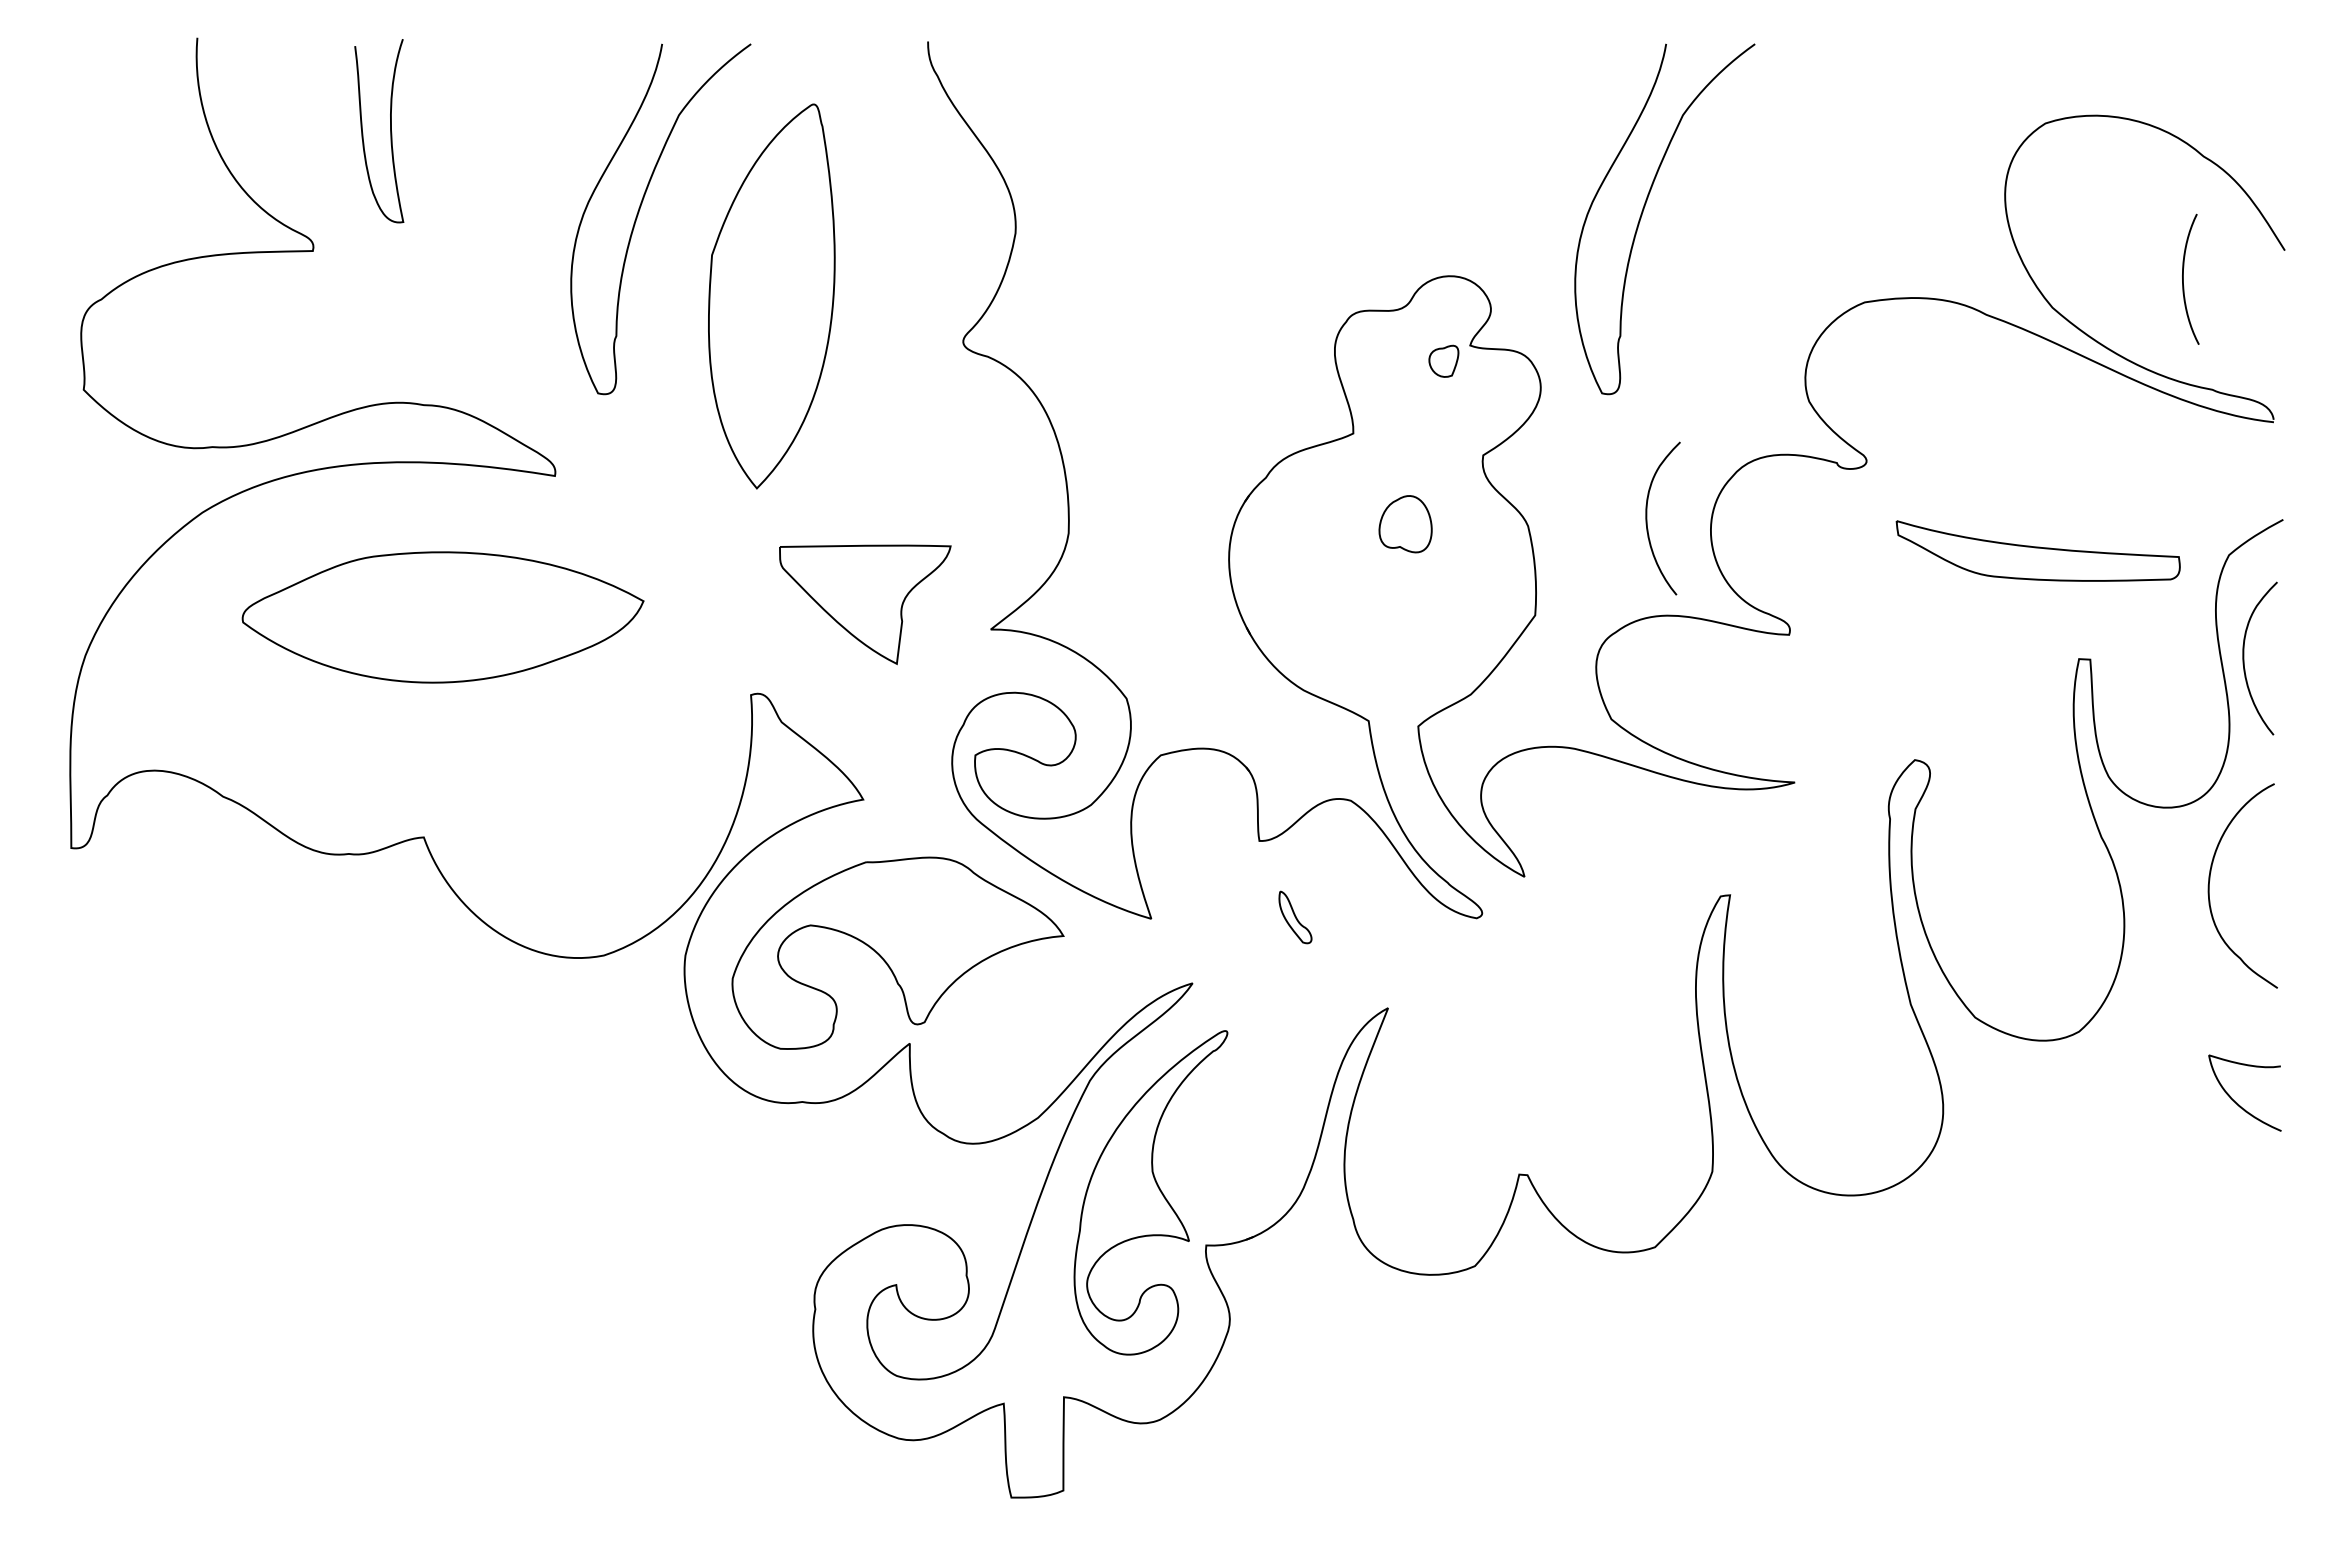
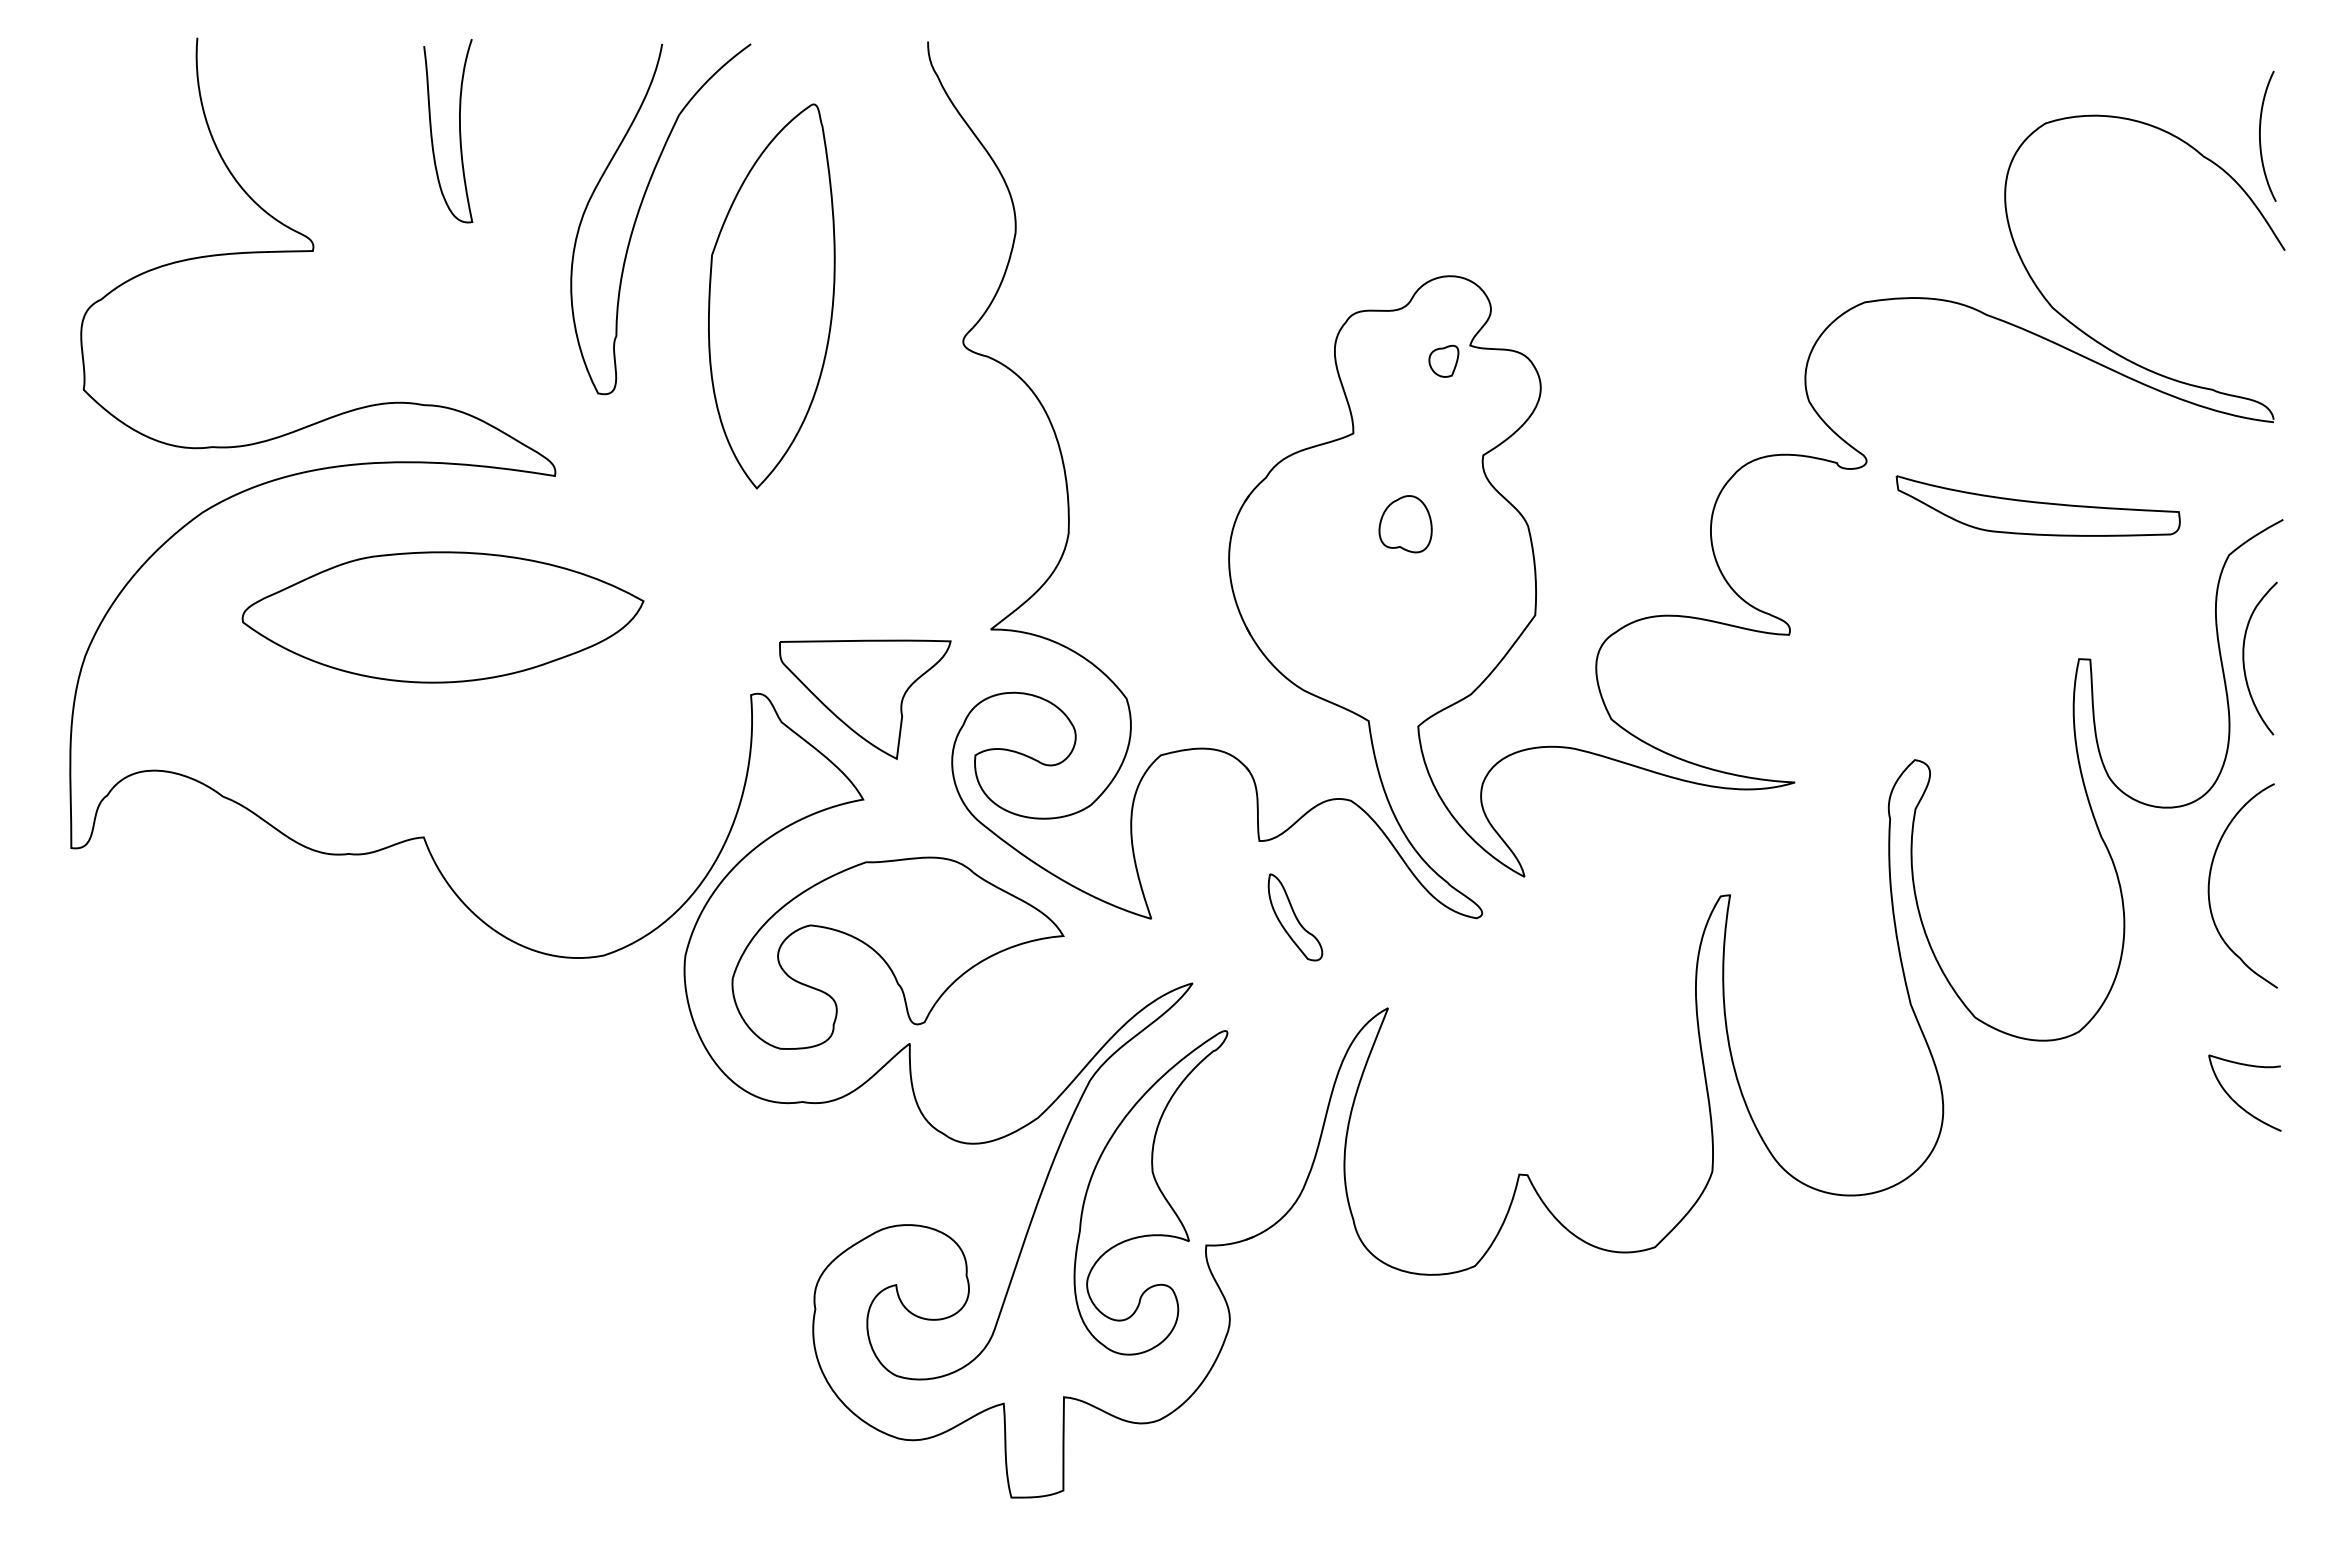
curve at (390, 131) position: (390, 131) -> (459, 131)
curve at (1643, 212): present -> none
curve at (2183, 278) position: (2183, 278) -> (2260, 135)
curve at (1647, 518): present -> none
part at (2037, 550) position: (2037, 550) -> (2037, 505)
part at (865, 604) position: (865, 604) -> (865, 699)
part at (1295, 917) size: 35x55 px -> 57x89 px
